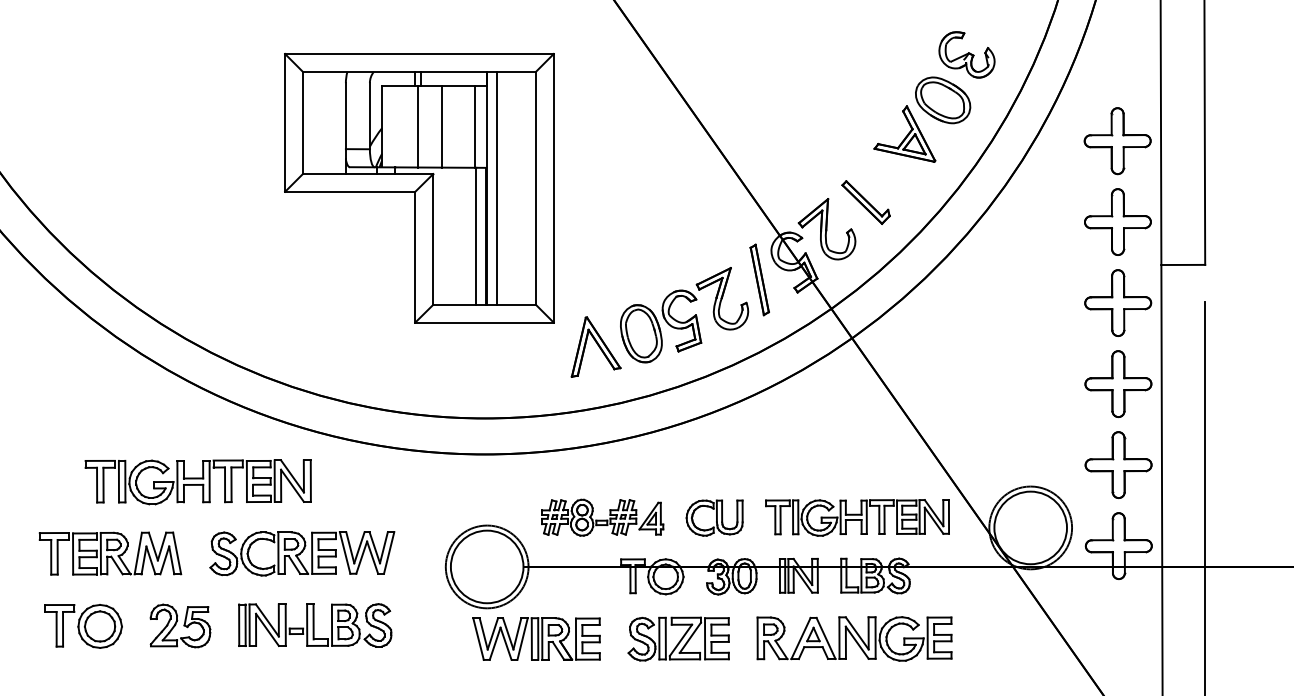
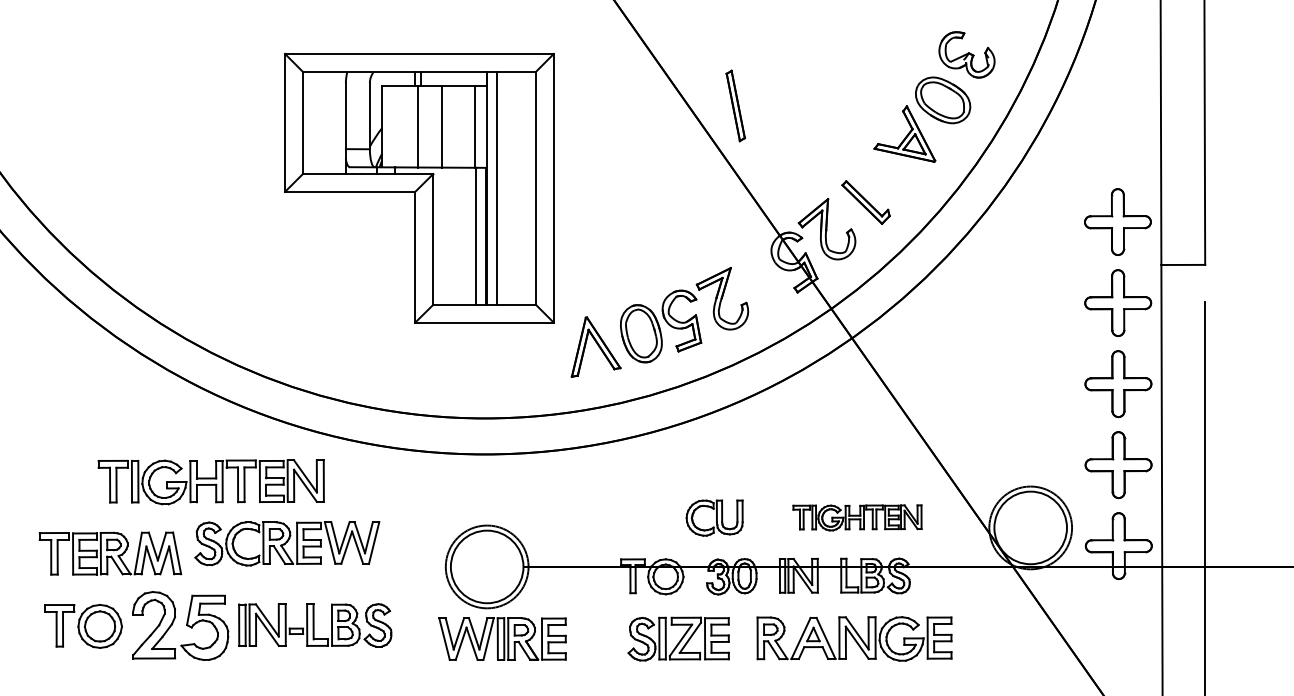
part at (1117, 141): present -> none
part at (759, 279) position: (759, 279) -> (735, 105)
part at (197, 482) position: (197, 482) -> (210, 482)
part at (602, 517): present -> none
part at (857, 517) size: 185x38 px -> 131x28 px
part at (302, 553) position: (302, 553) -> (287, 543)
part at (180, 625) size: 63x46 px -> 98x70 px
part at (536, 638) position: (536, 638) -> (502, 638)
